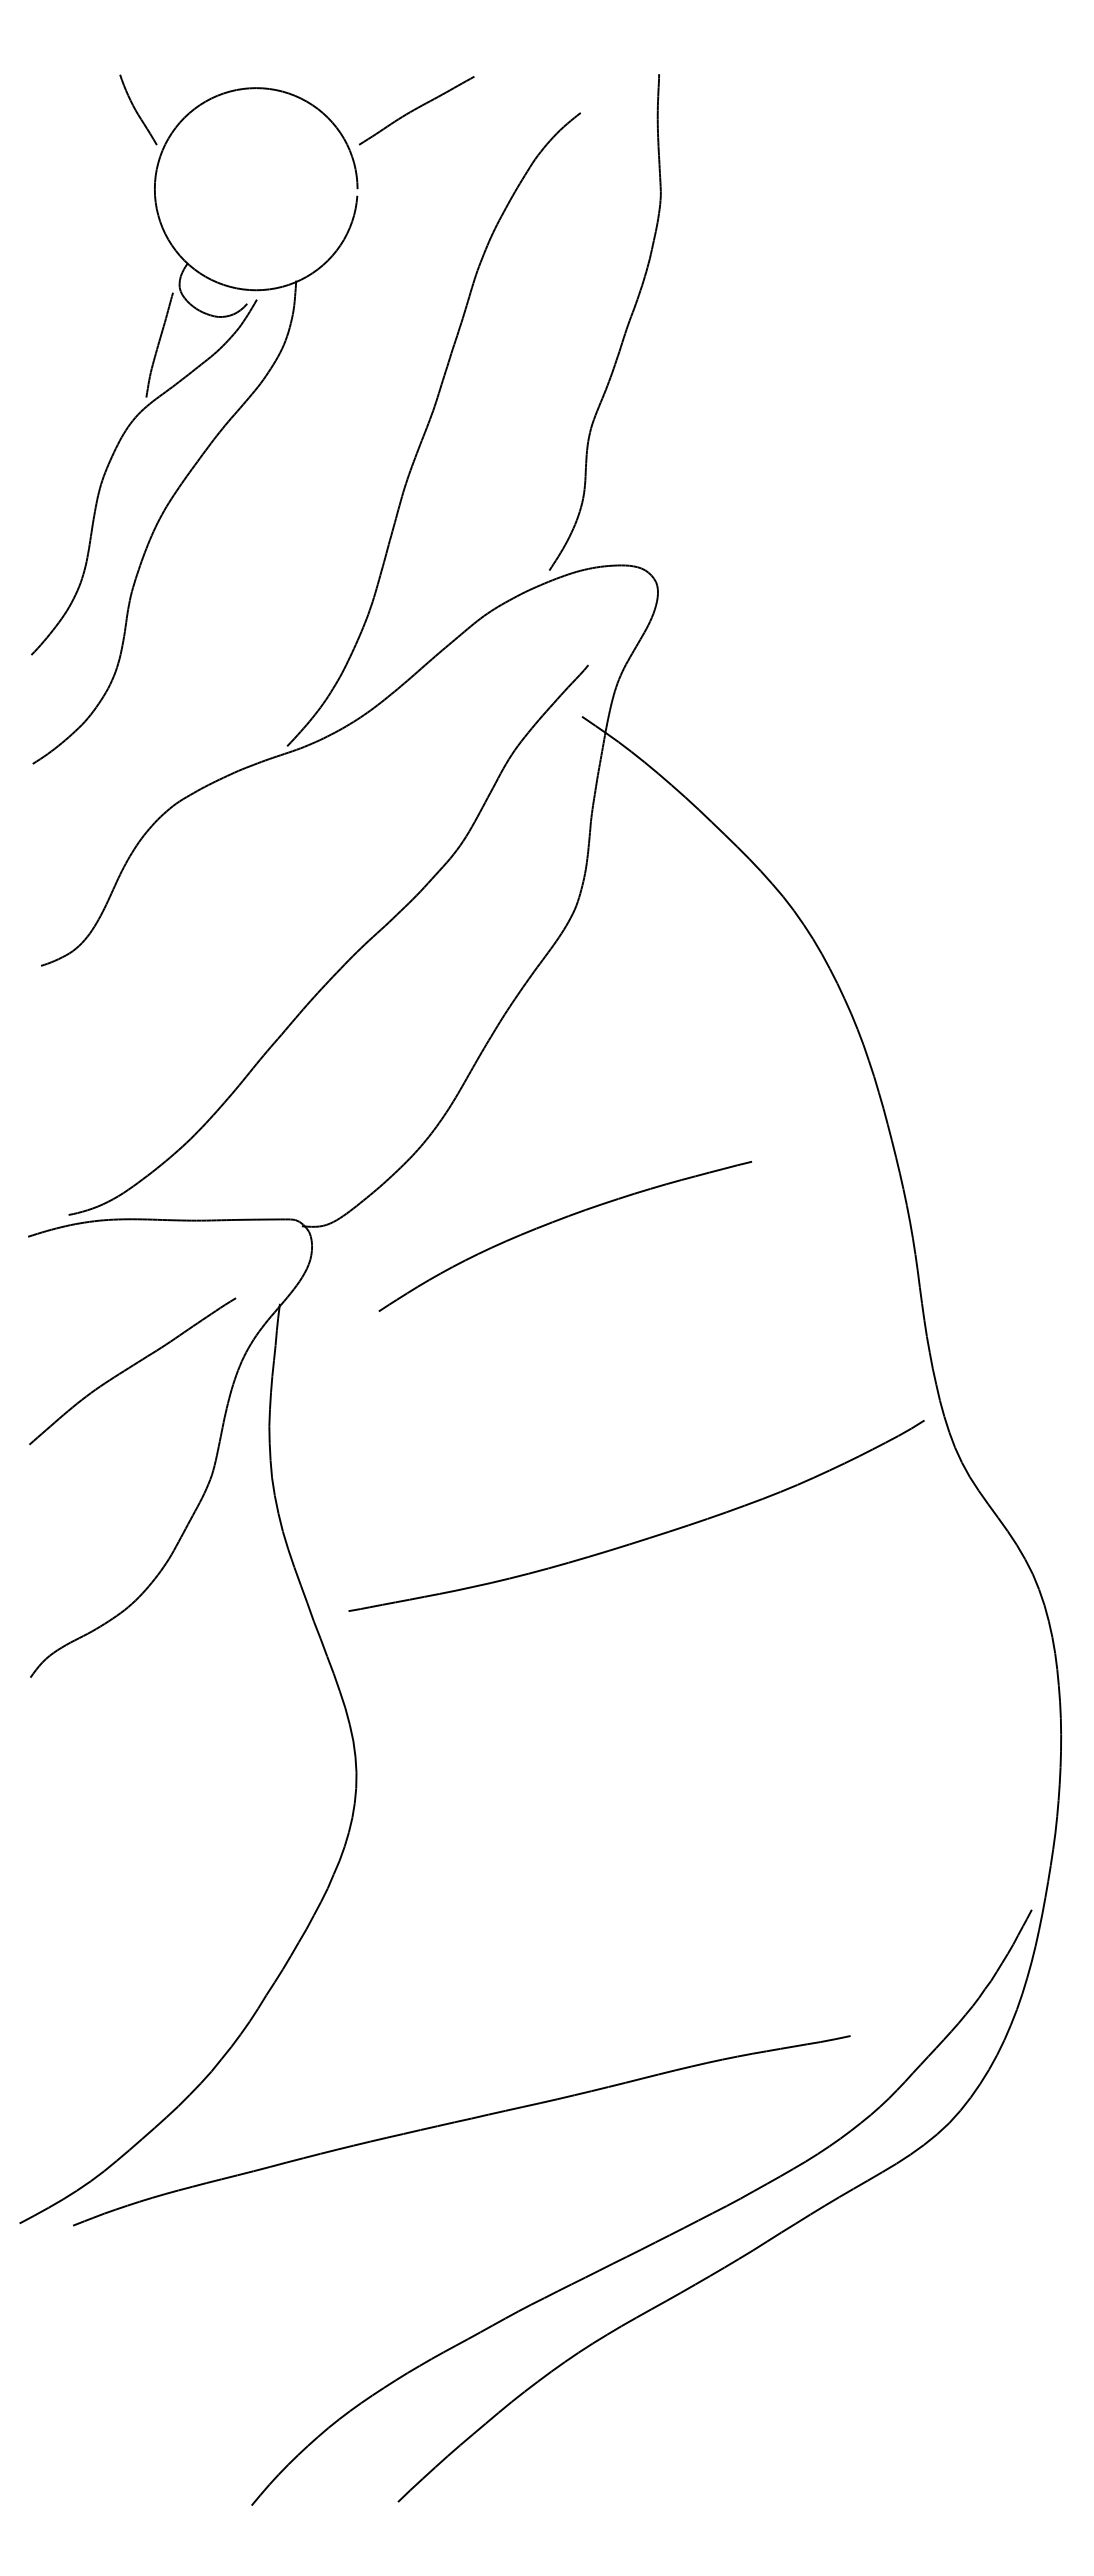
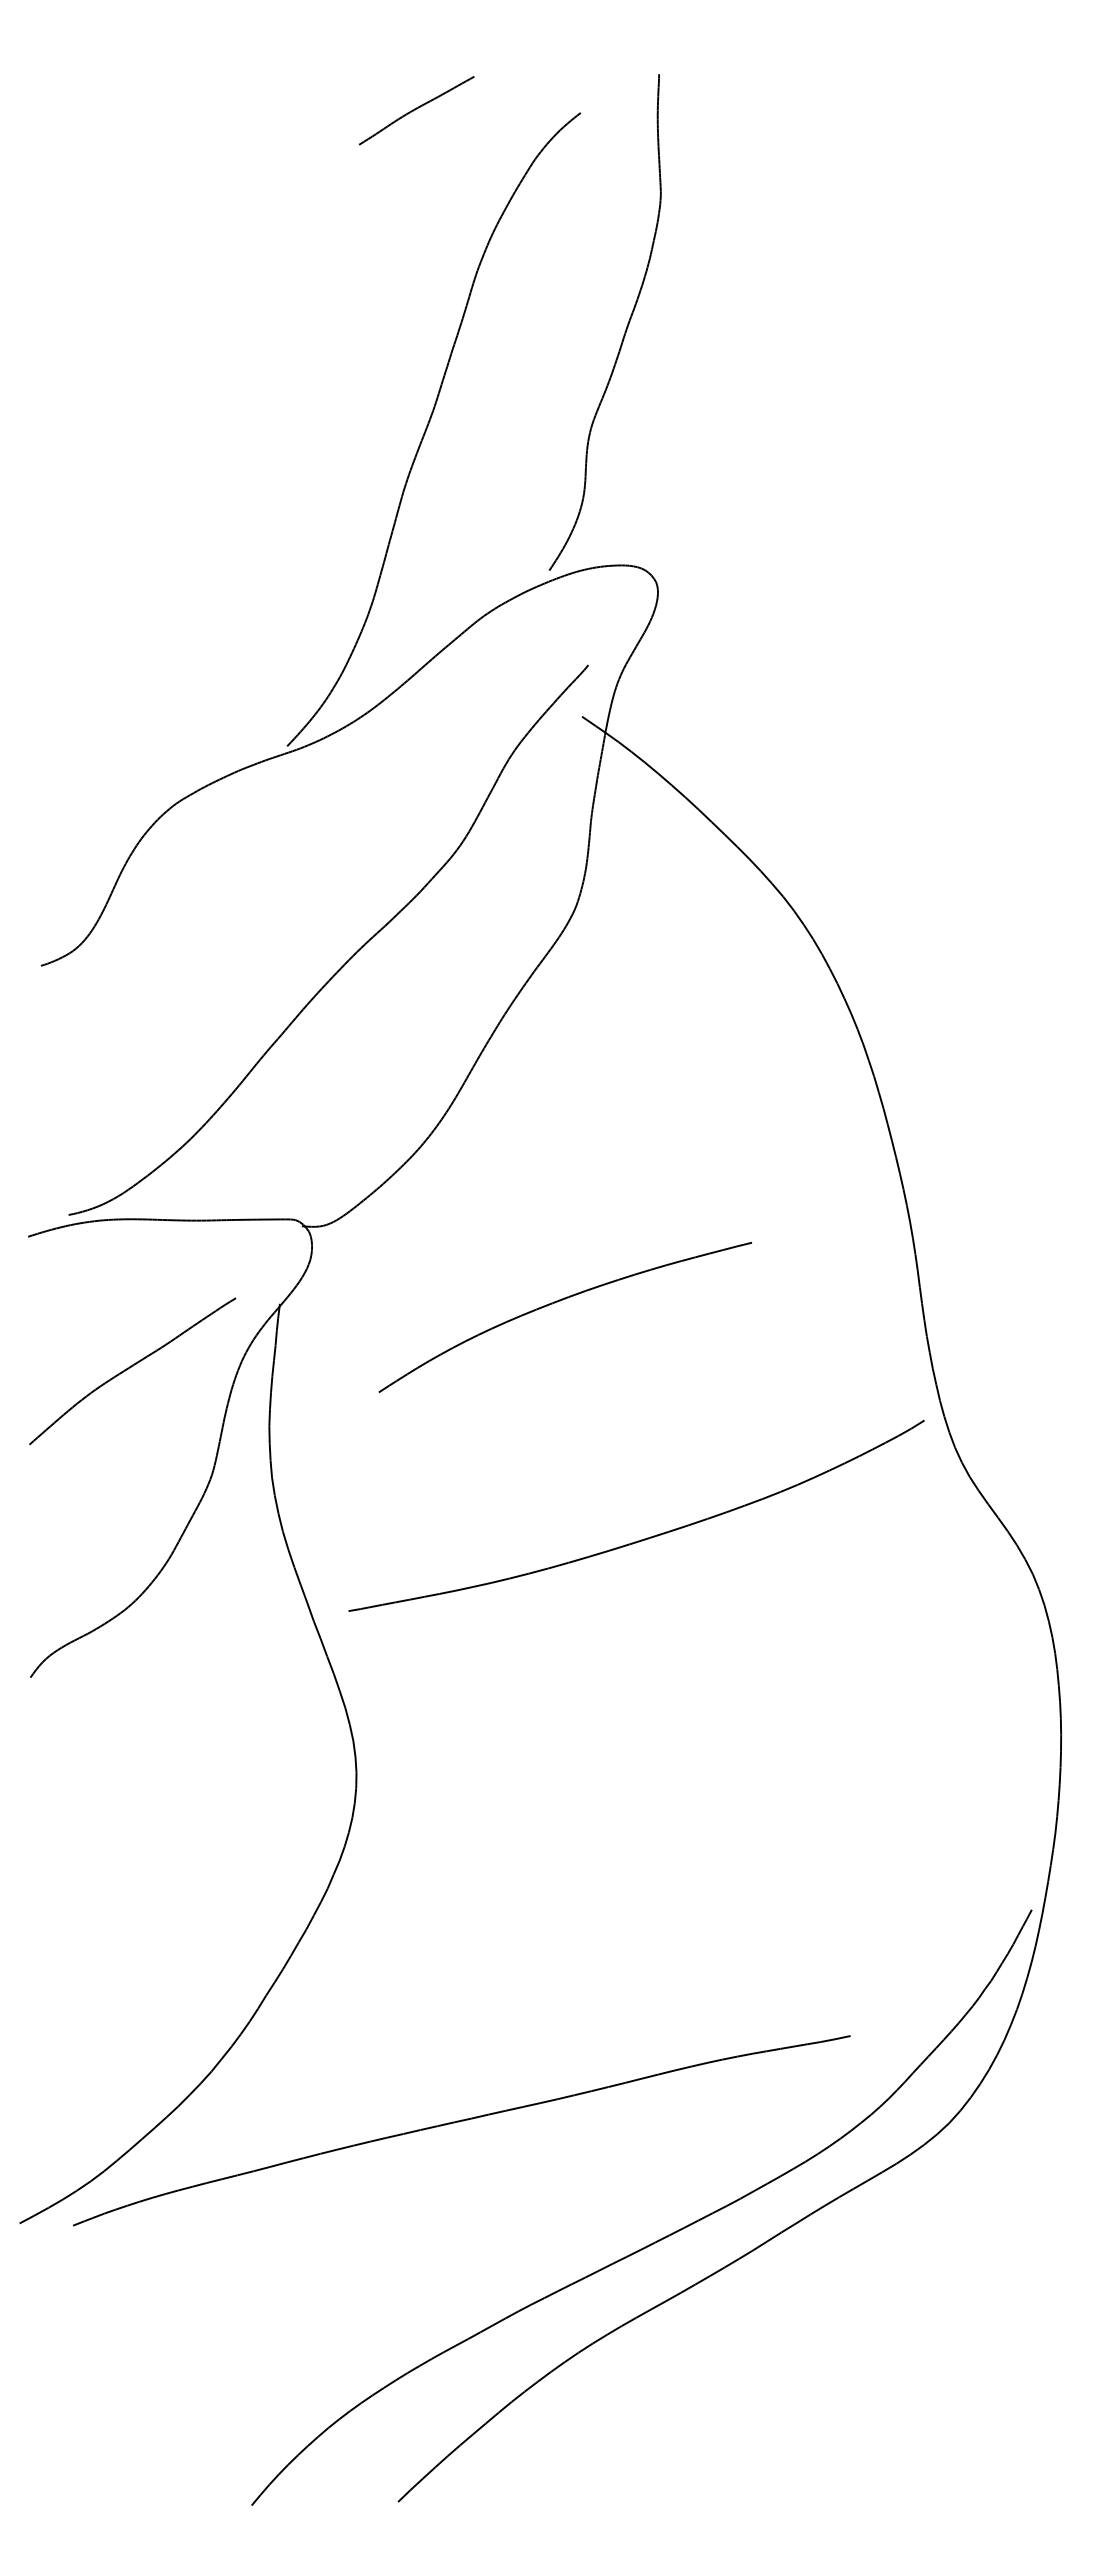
part at (215, 435): present -> none
part at (560, 1220) position: (560, 1220) -> (560, 1301)
